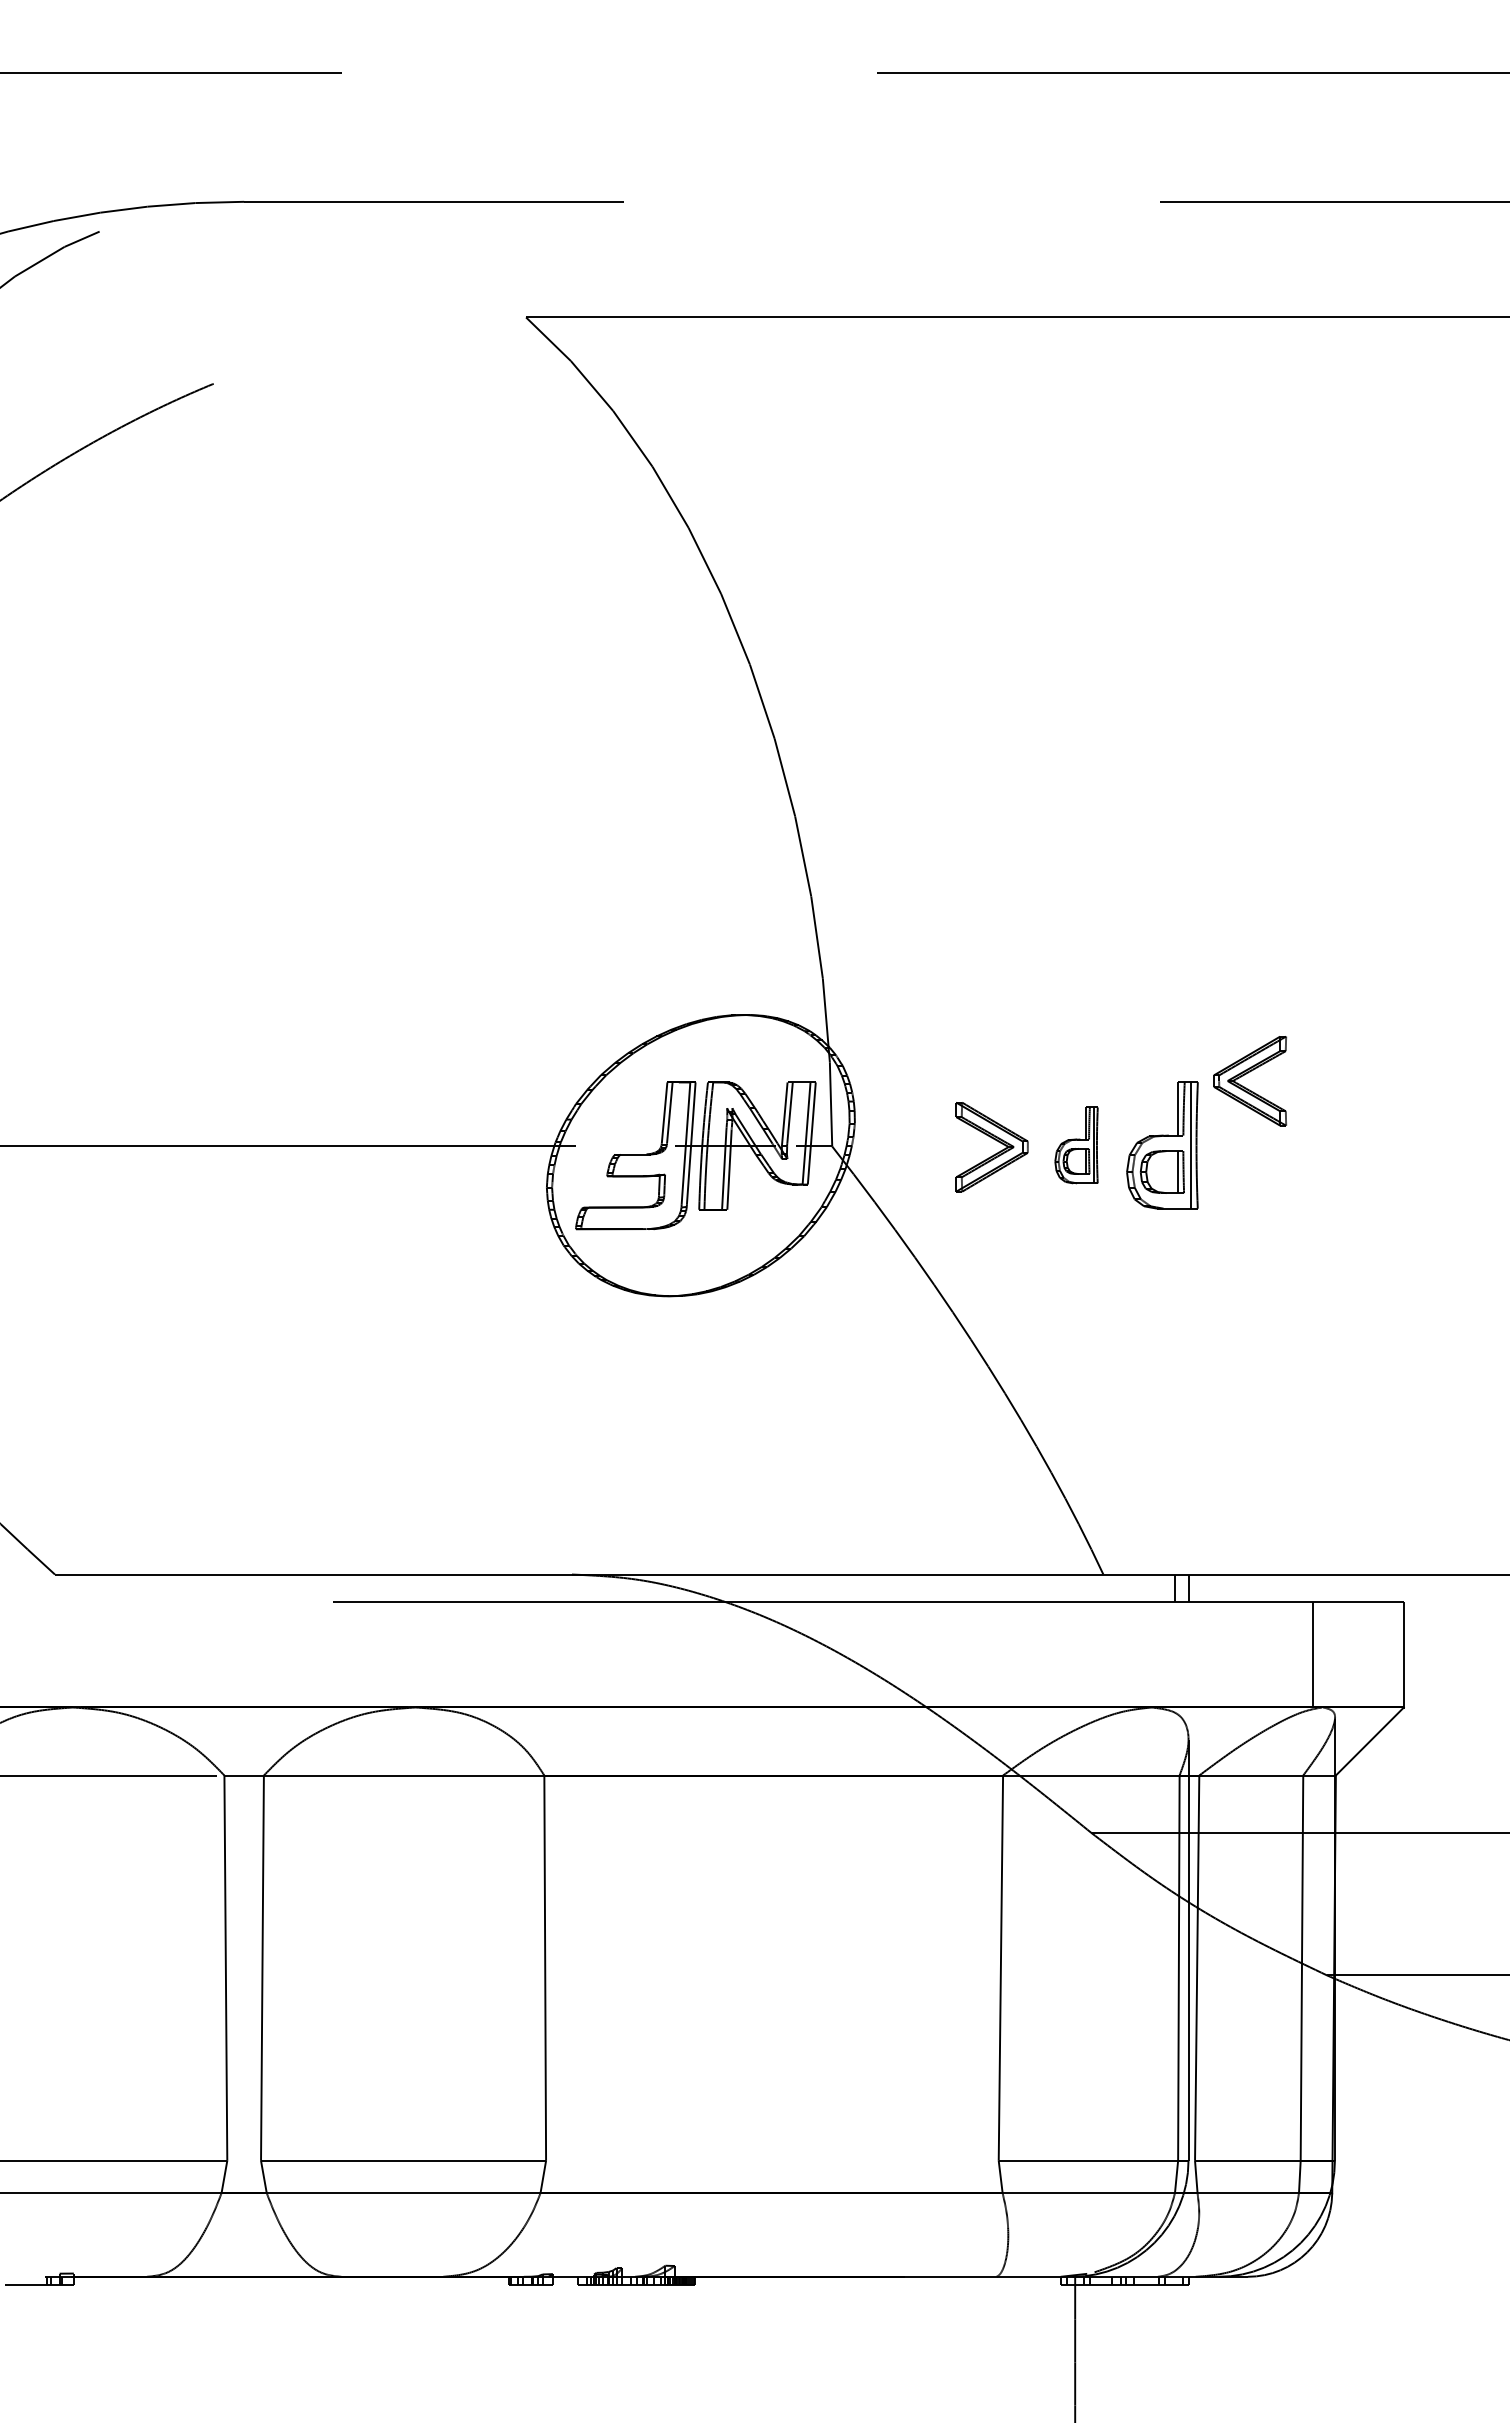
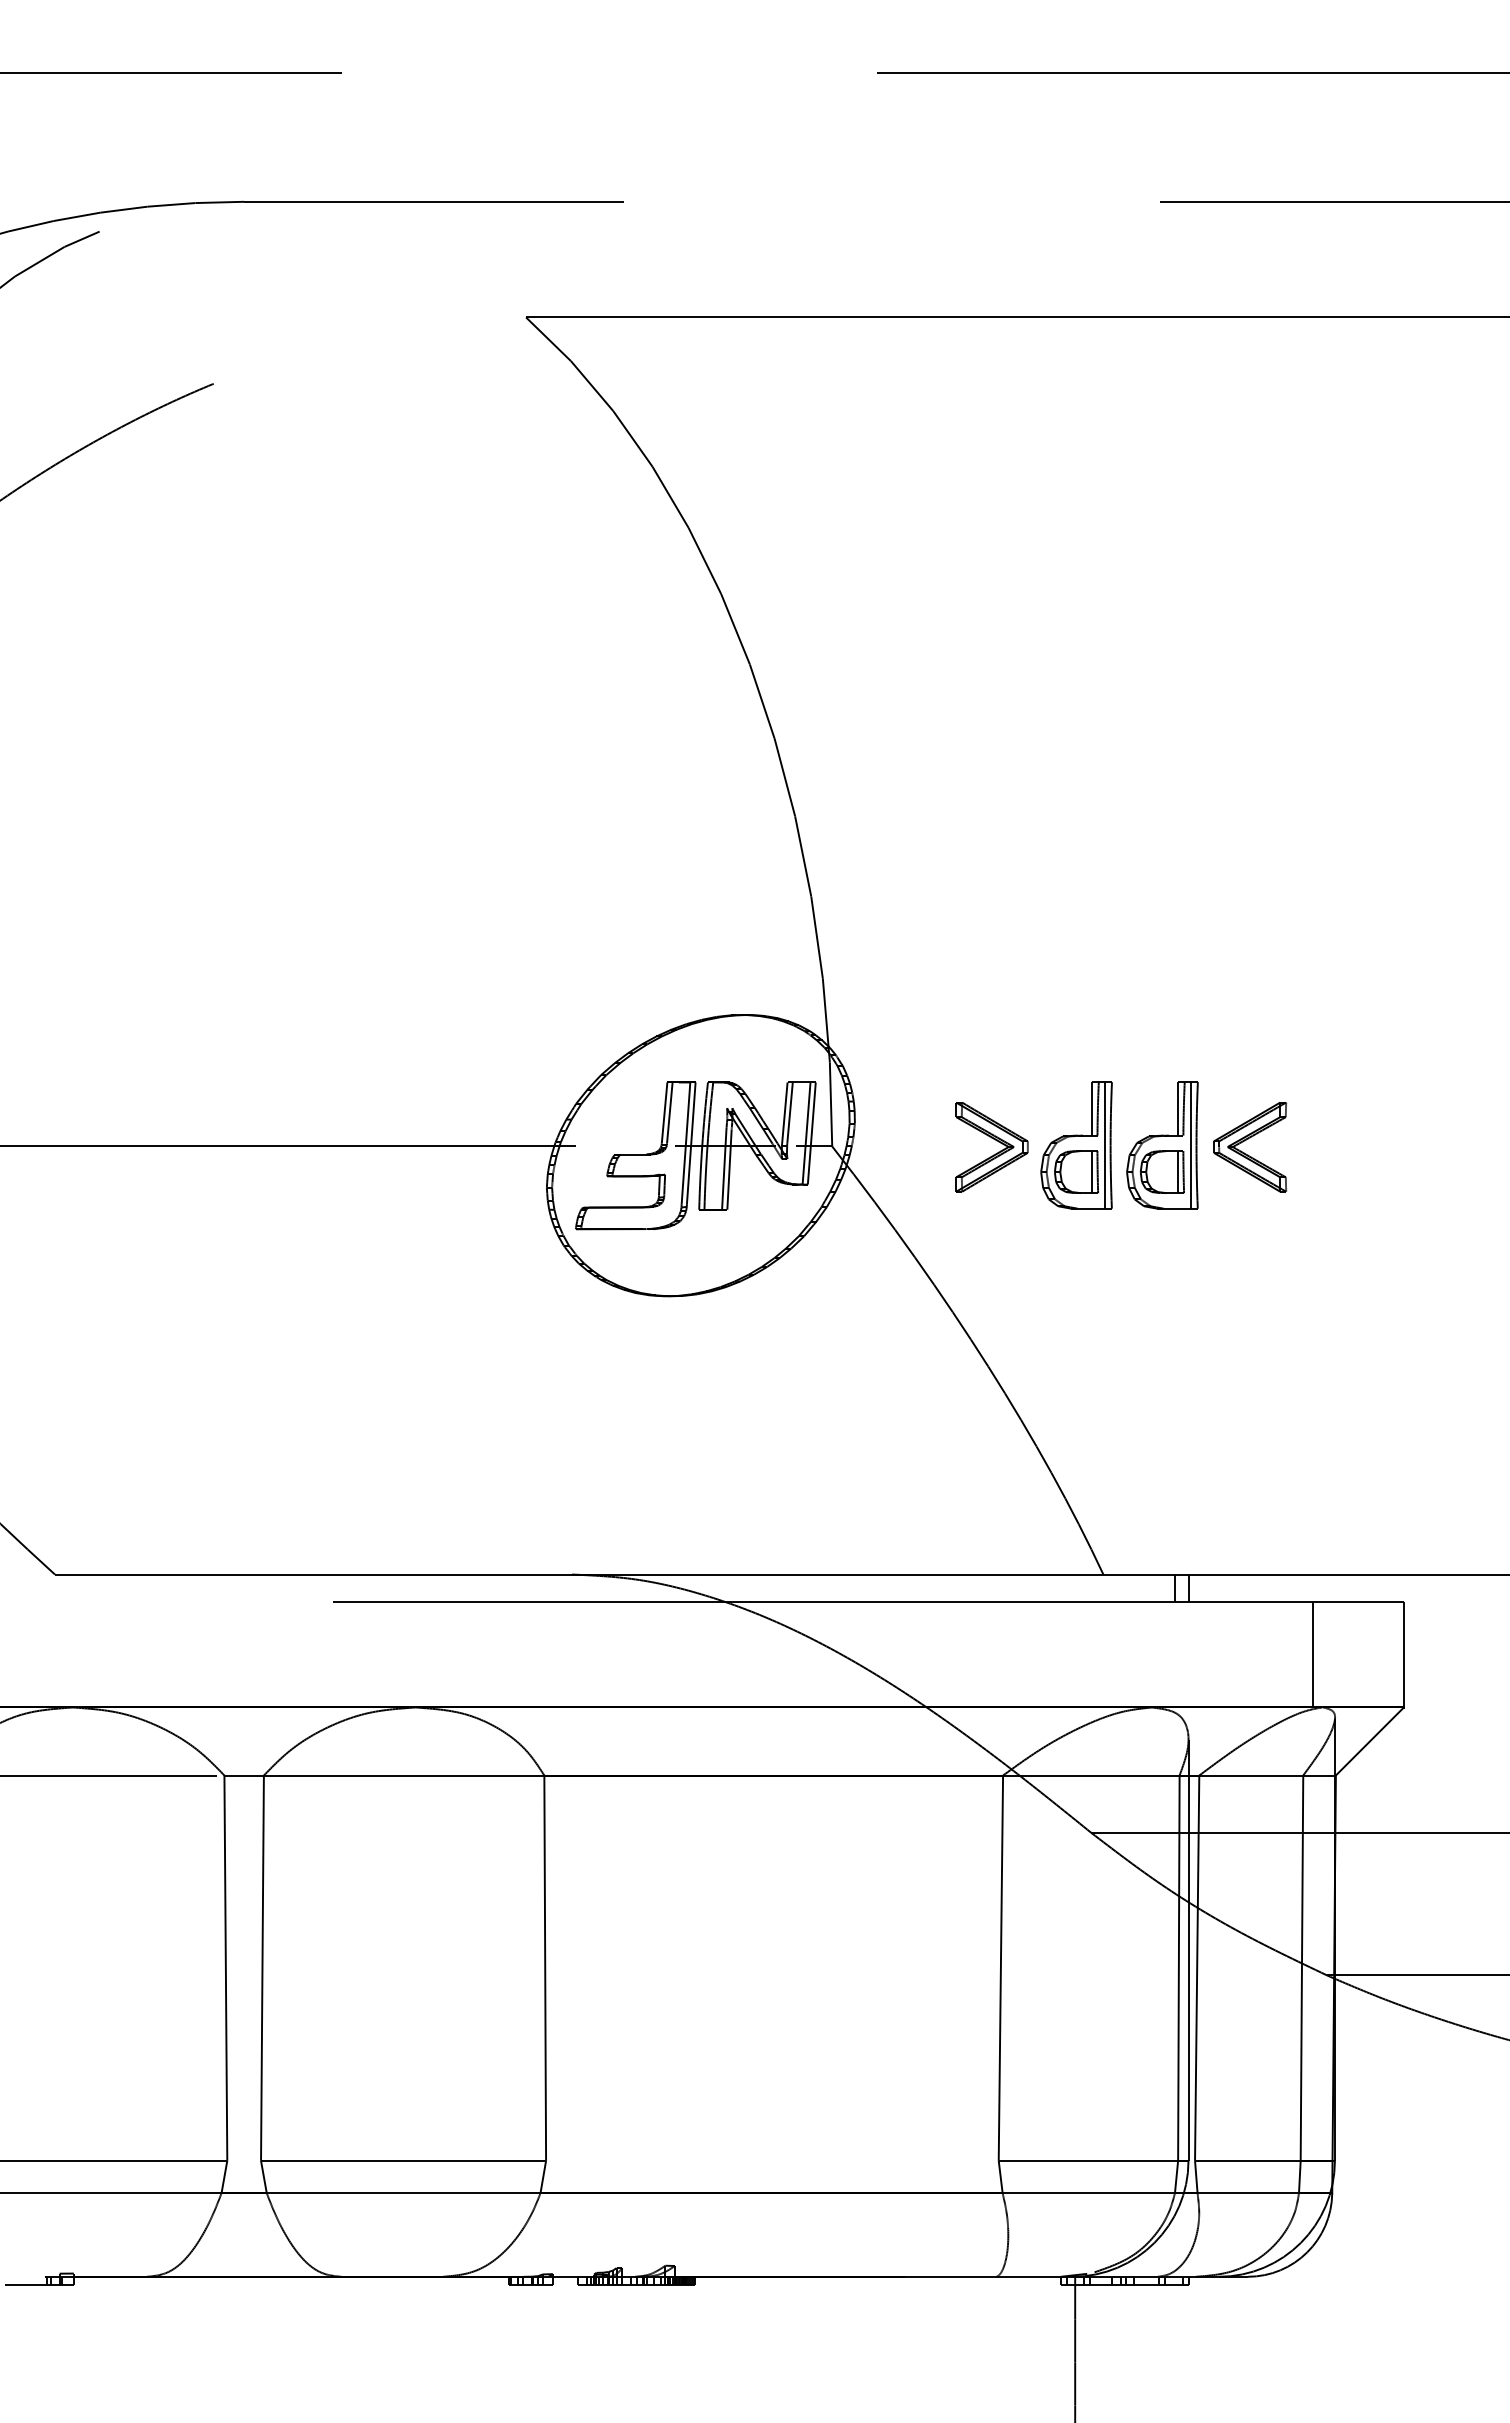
part at (1246, 1087) position: (1246, 1087) -> (1246, 1153)
part at (1076, 1145) size: 45x79 px -> 73x129 px
